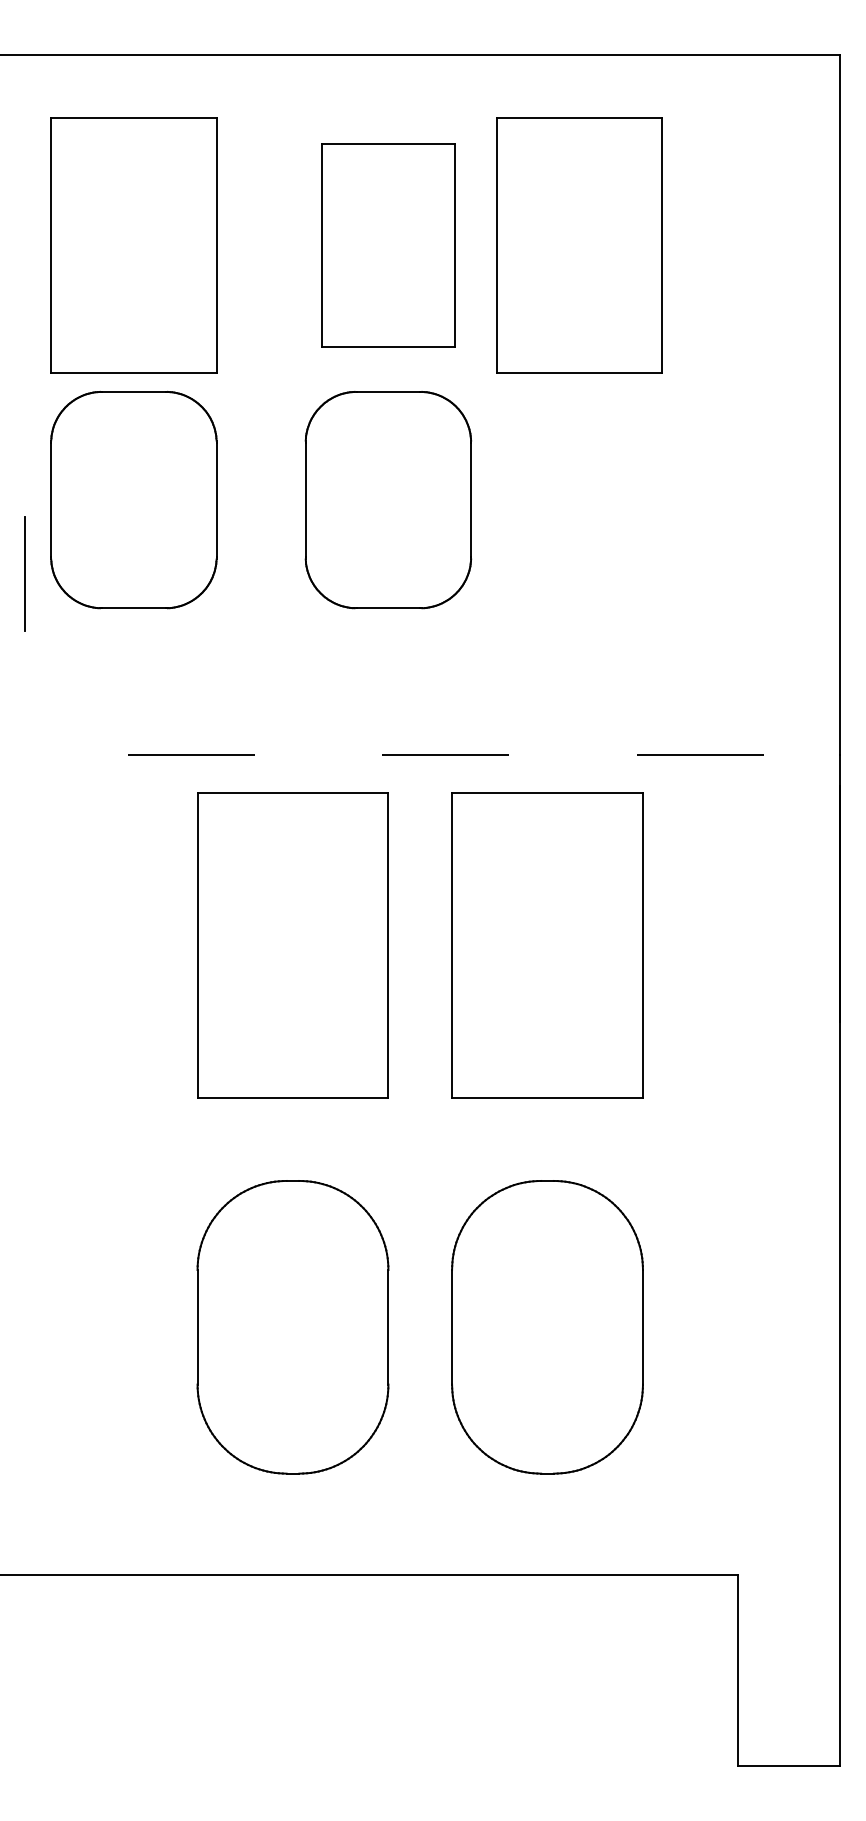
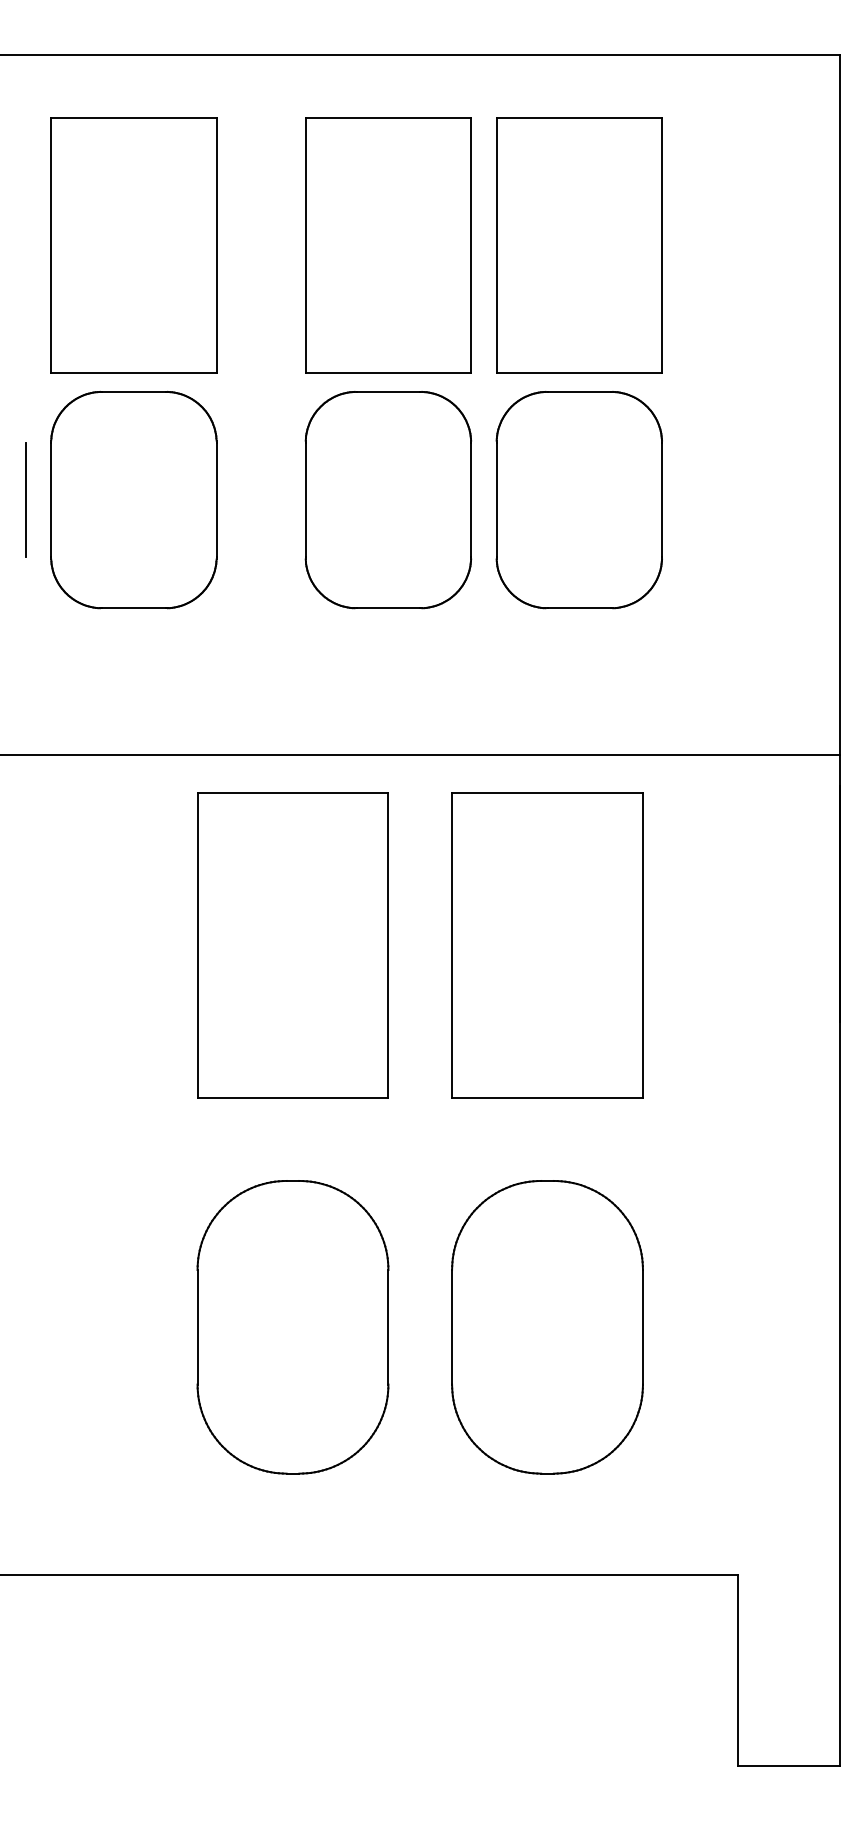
part at (388, 245) size: 135x205 px -> 167x257 px
part at (578, 500): none -> present
line at (24, 573) position: (24, 573) -> (25, 499)
line at (420, 754): dashed -> solid
